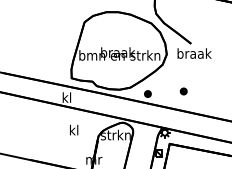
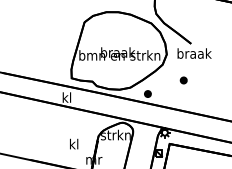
part at (183, 91) position: (183, 91) -> (183, 80)
text at (74, 129) position: (74, 129) -> (74, 143)
